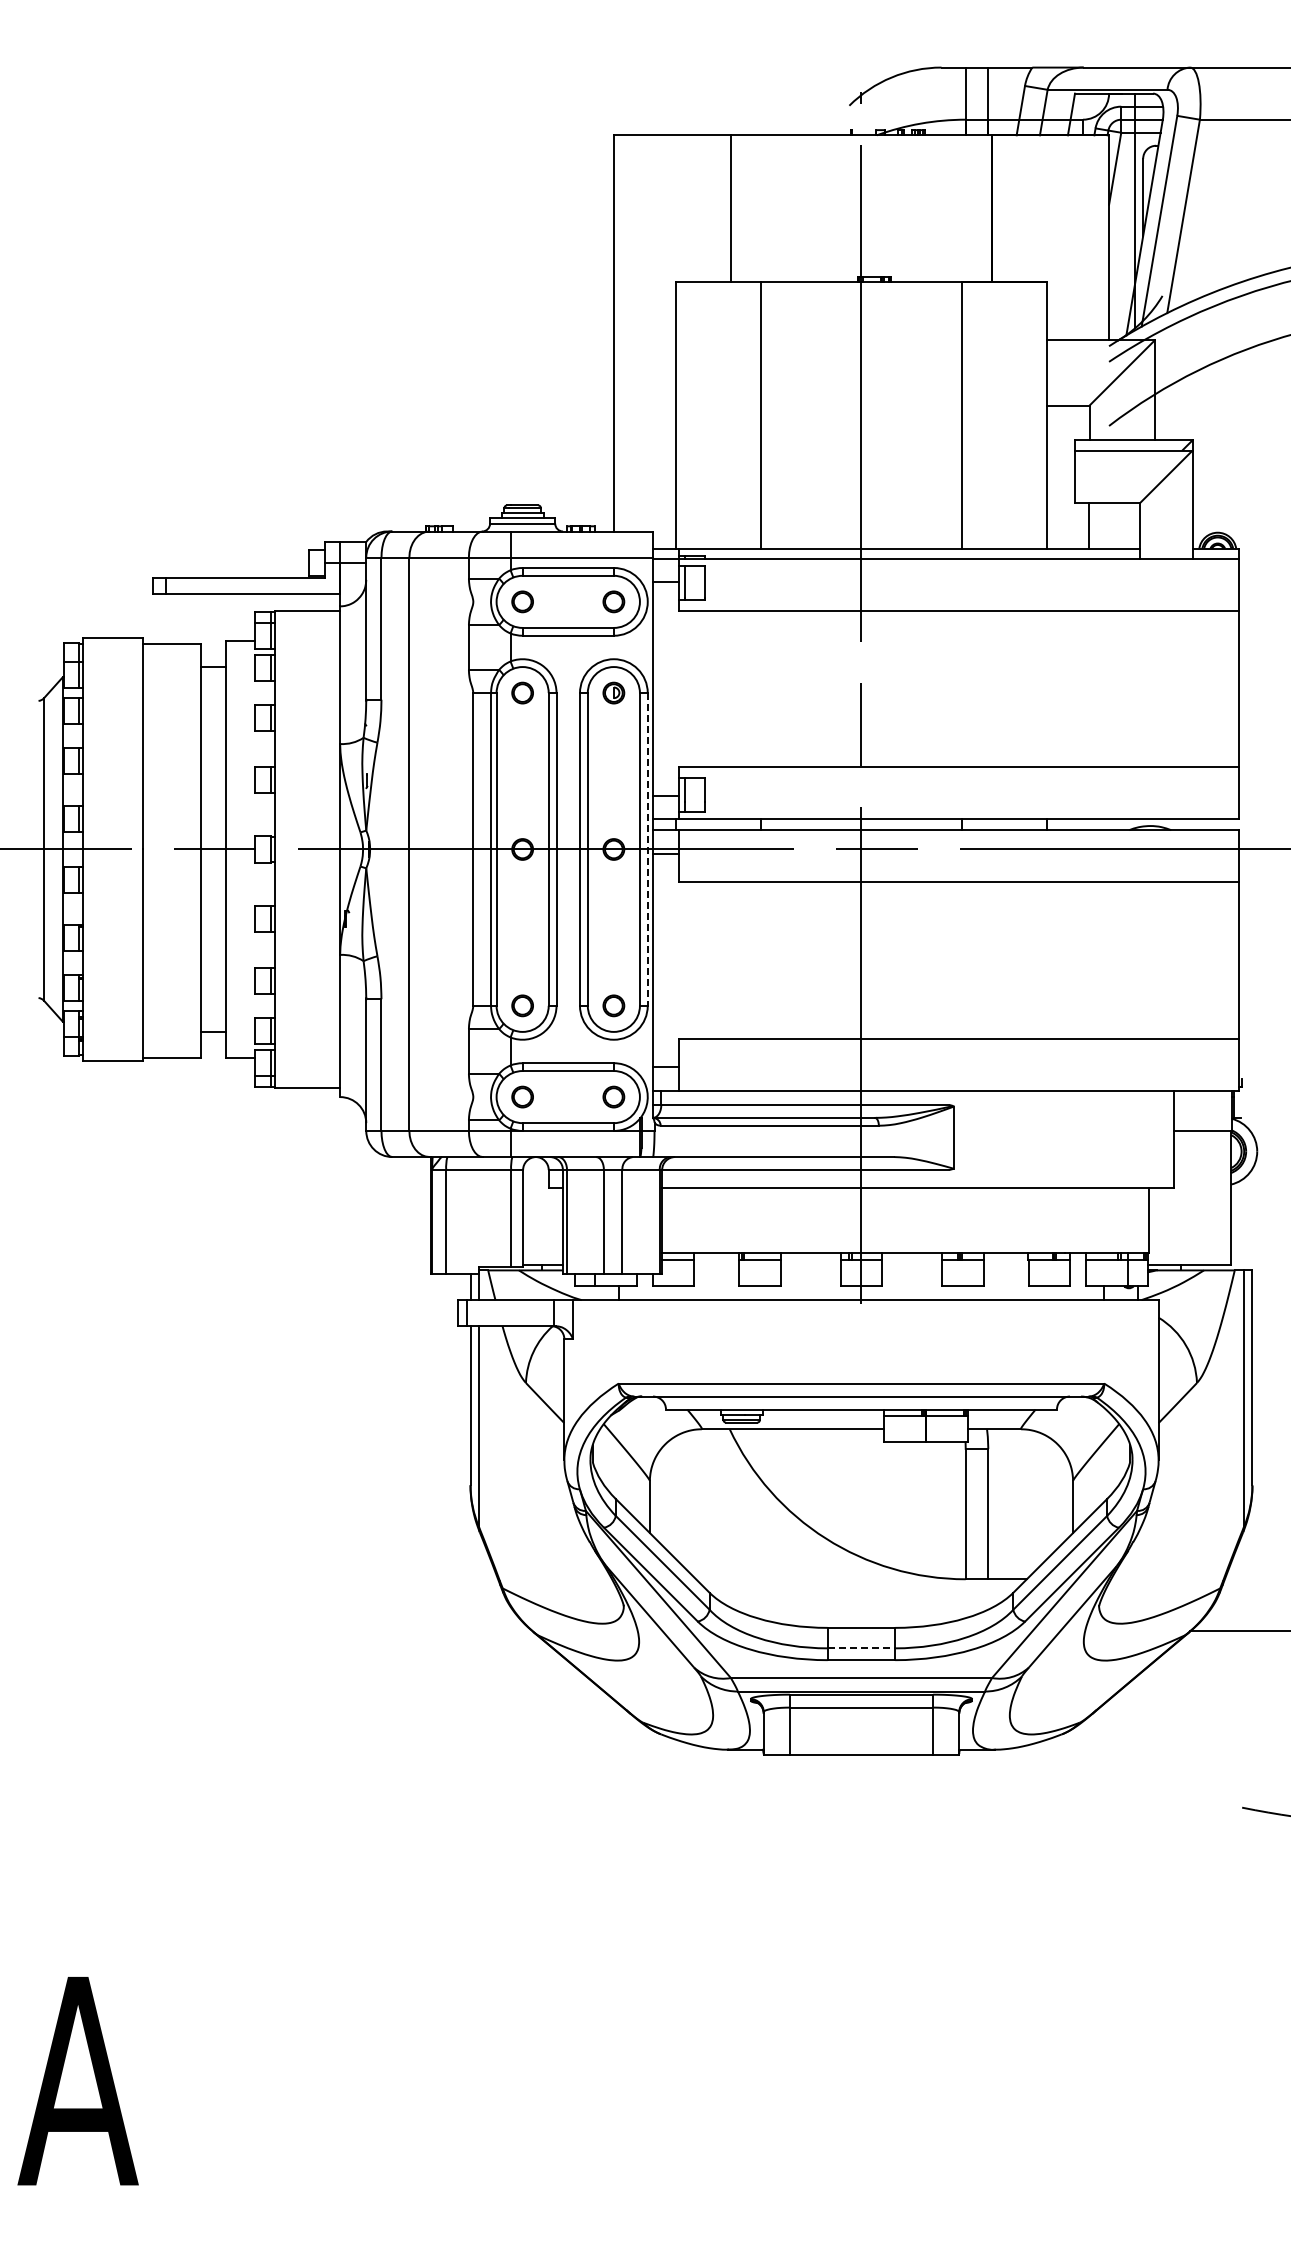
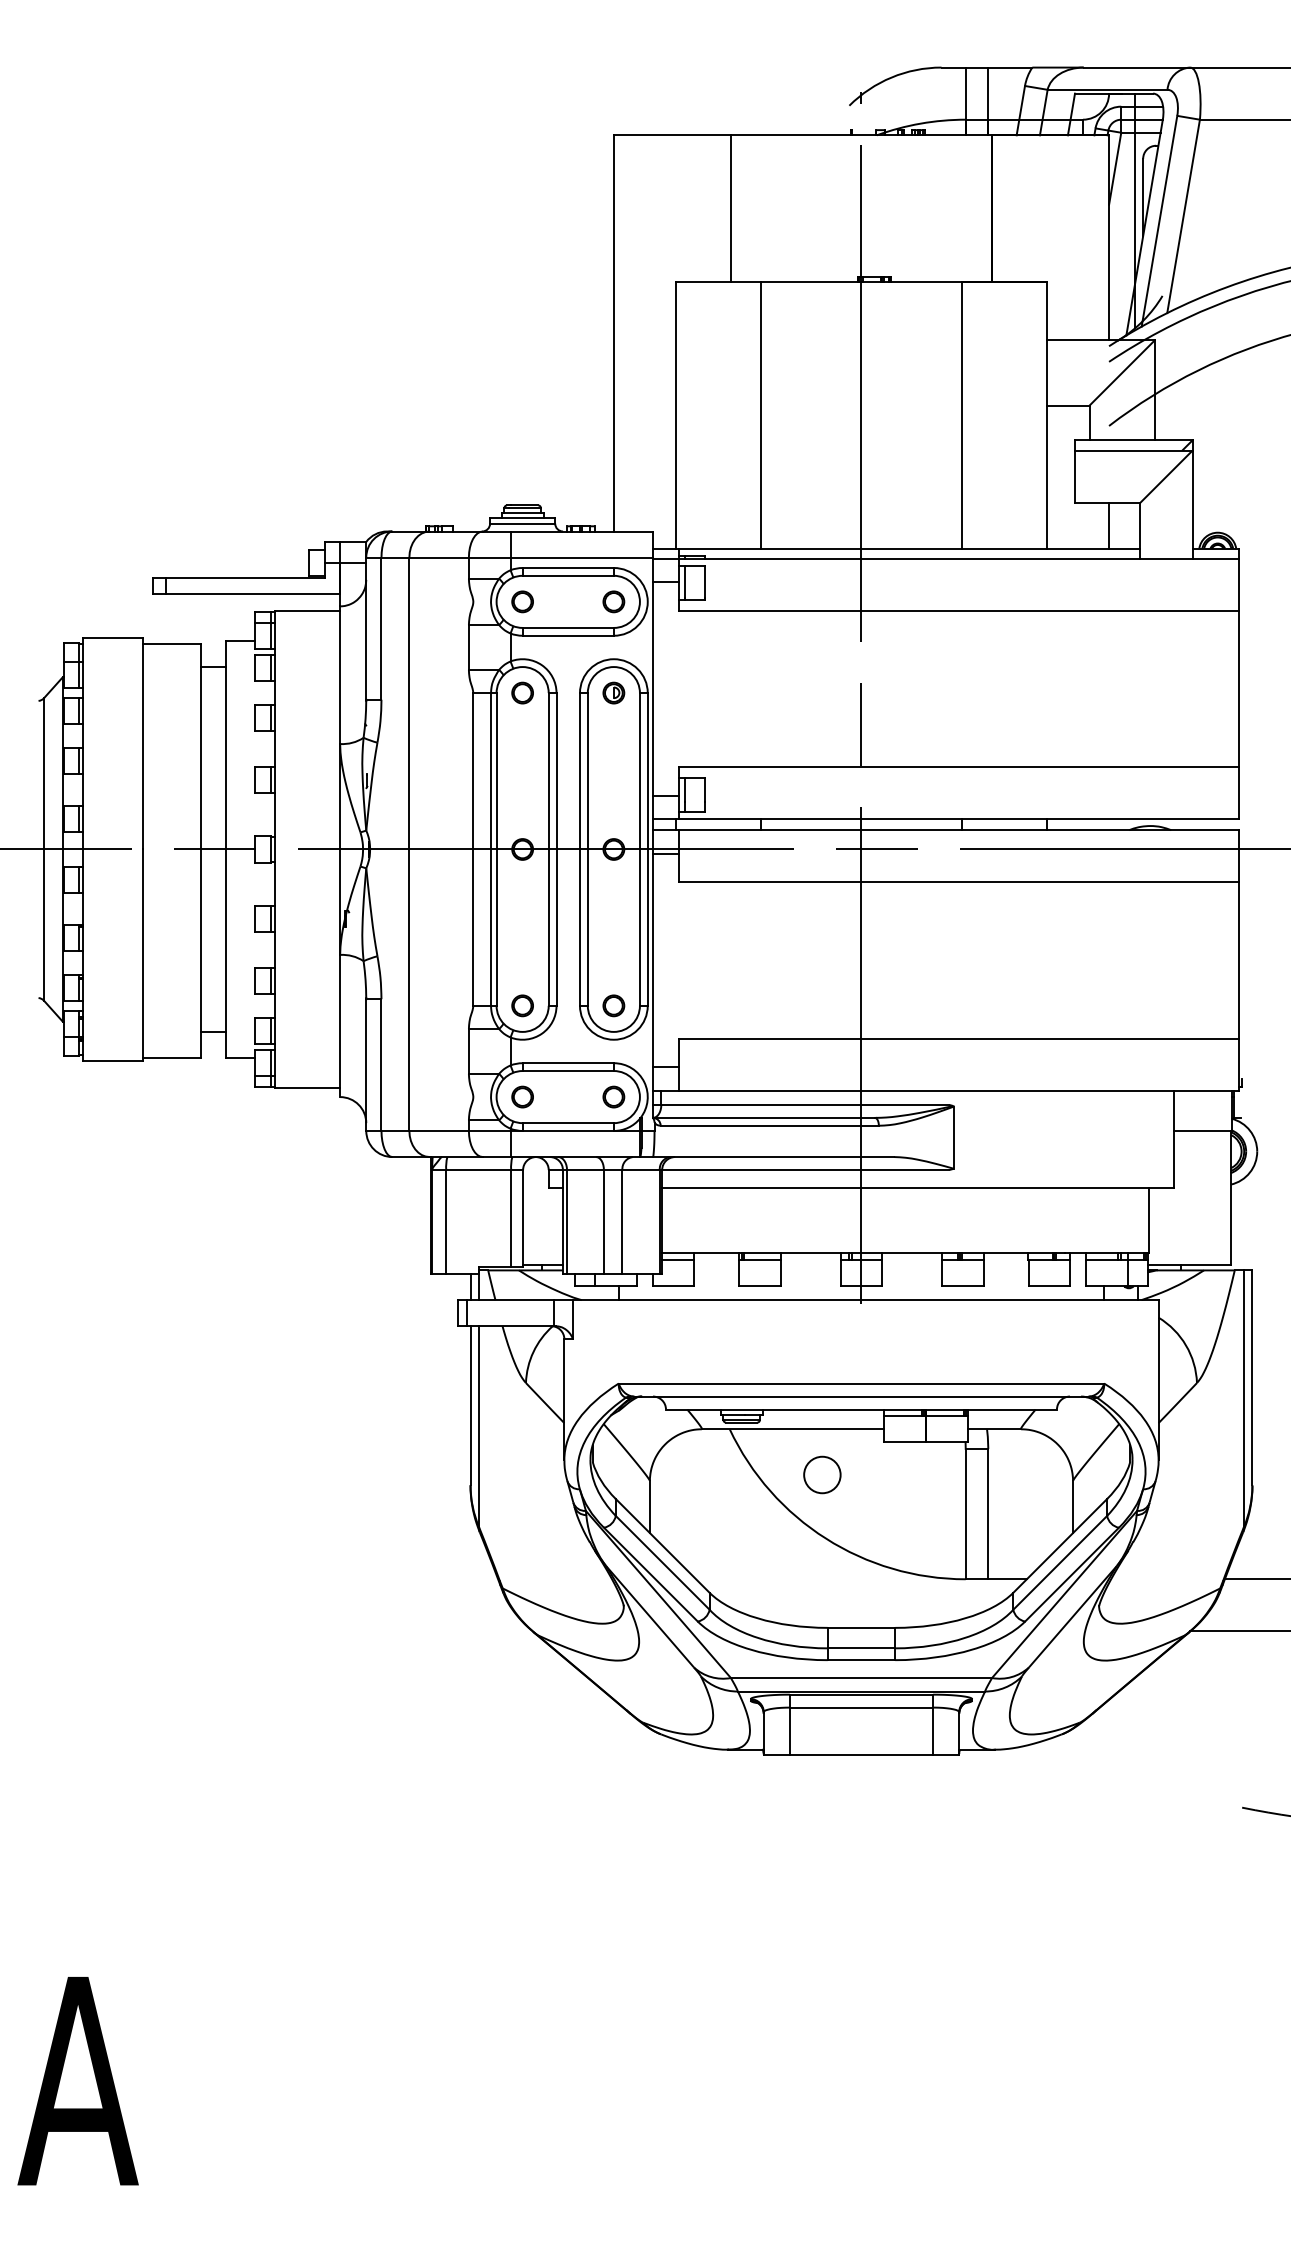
line at (1089, 525) position: (1089, 525) -> (1109, 525)
line at (647, 849): dashed -> solid
circle at (822, 1474): none -> present
line at (1255, 1579): none -> present
line at (861, 1648): dashed -> solid
